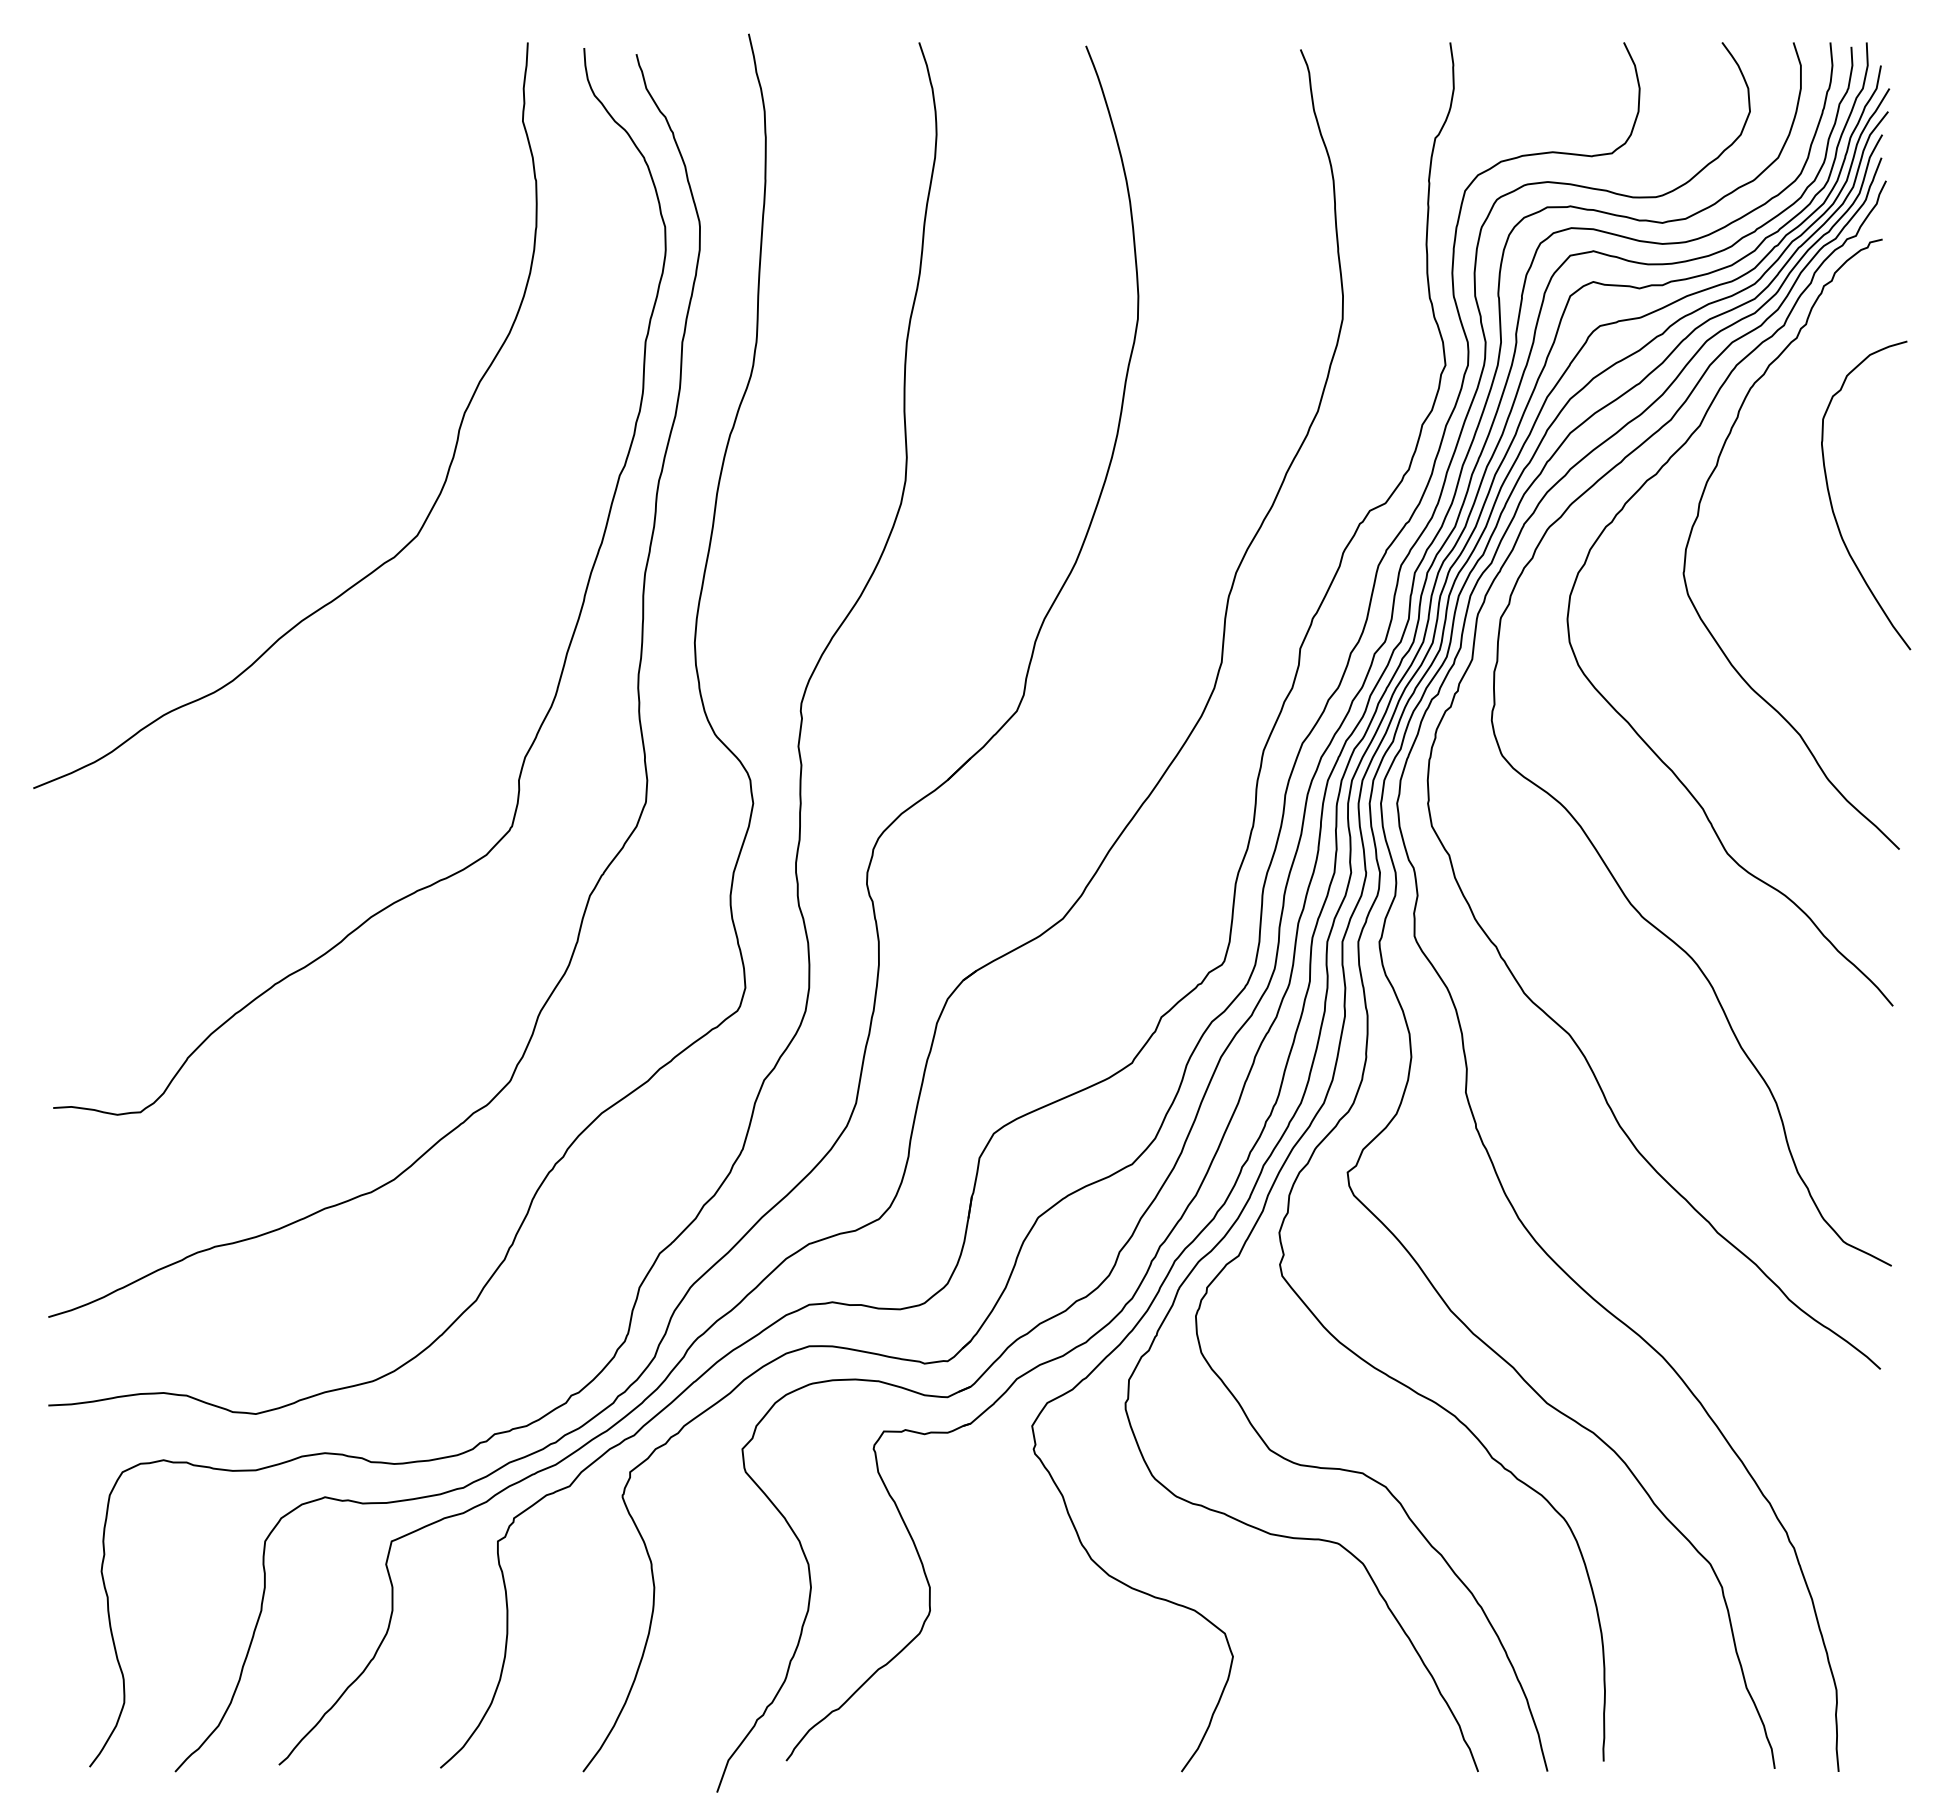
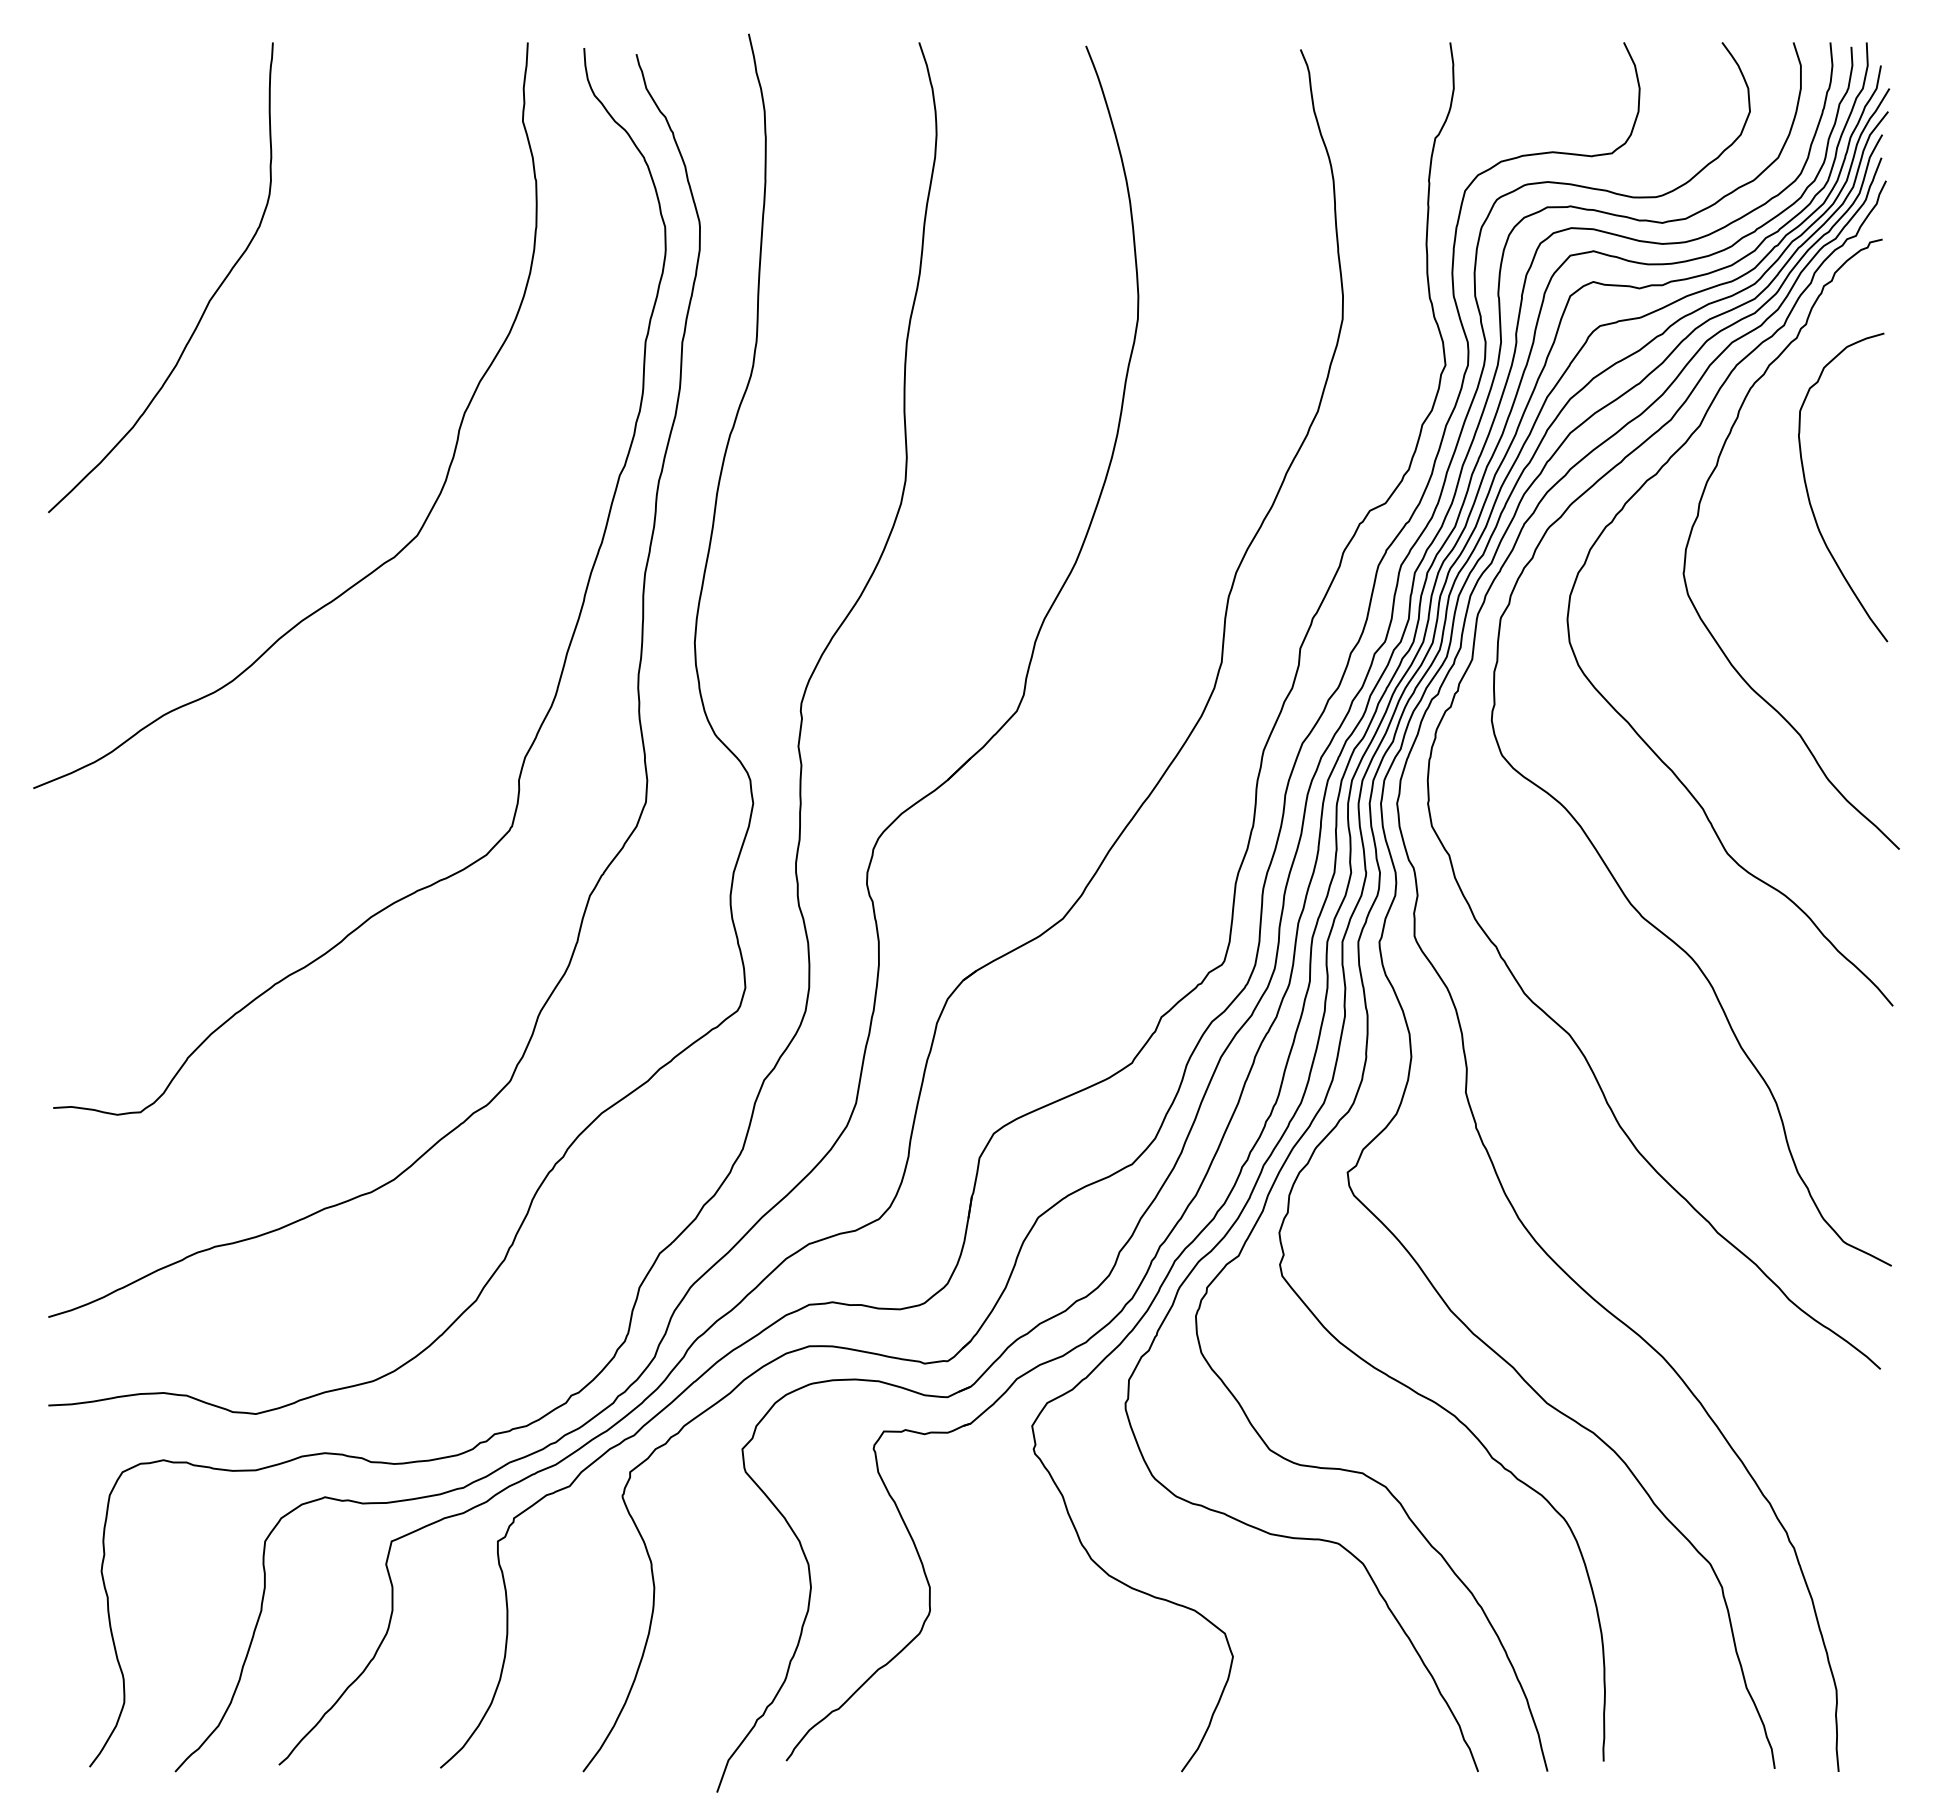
curve at (208, 301): none -> present
curve at (1832, 504) position: (1832, 504) -> (1809, 496)
